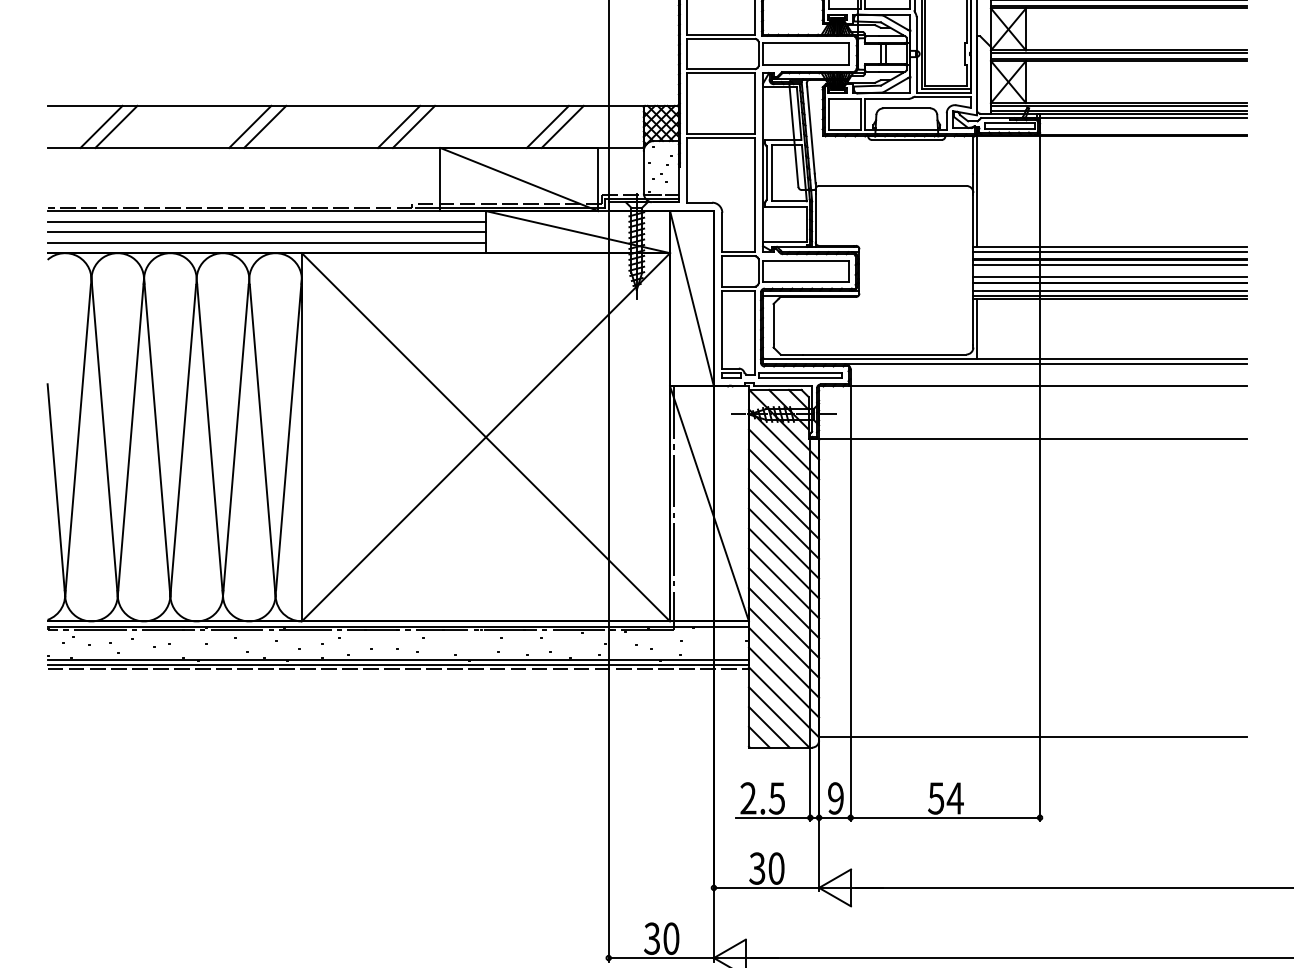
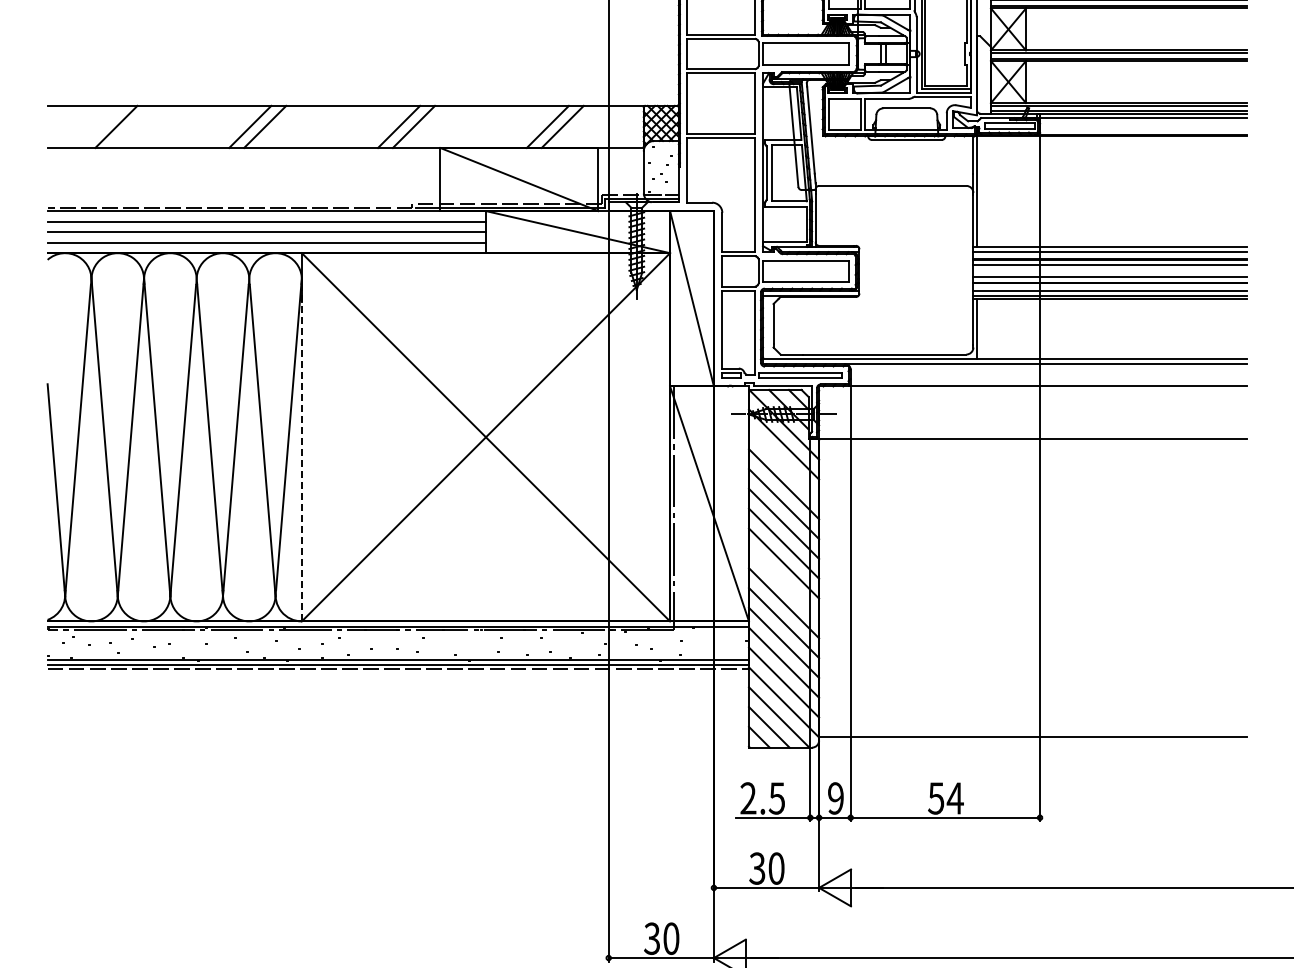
line at (101, 126): present -> none
line at (301, 450): solid -> dashed
line at (784, 464): present -> none
line at (784, 583): present -> none
